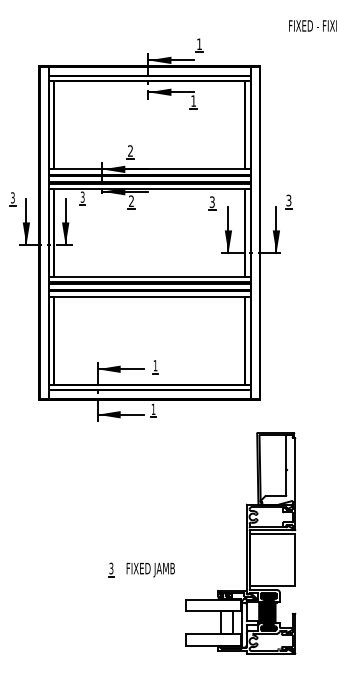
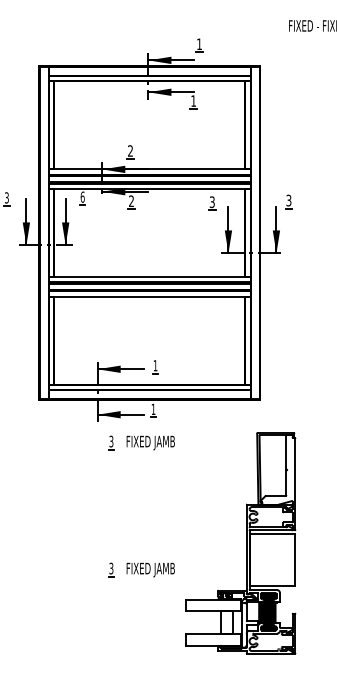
text at (82, 196): 3 -> 6
part at (12, 199) position: (12, 199) -> (6, 199)
part at (141, 442): none -> present
